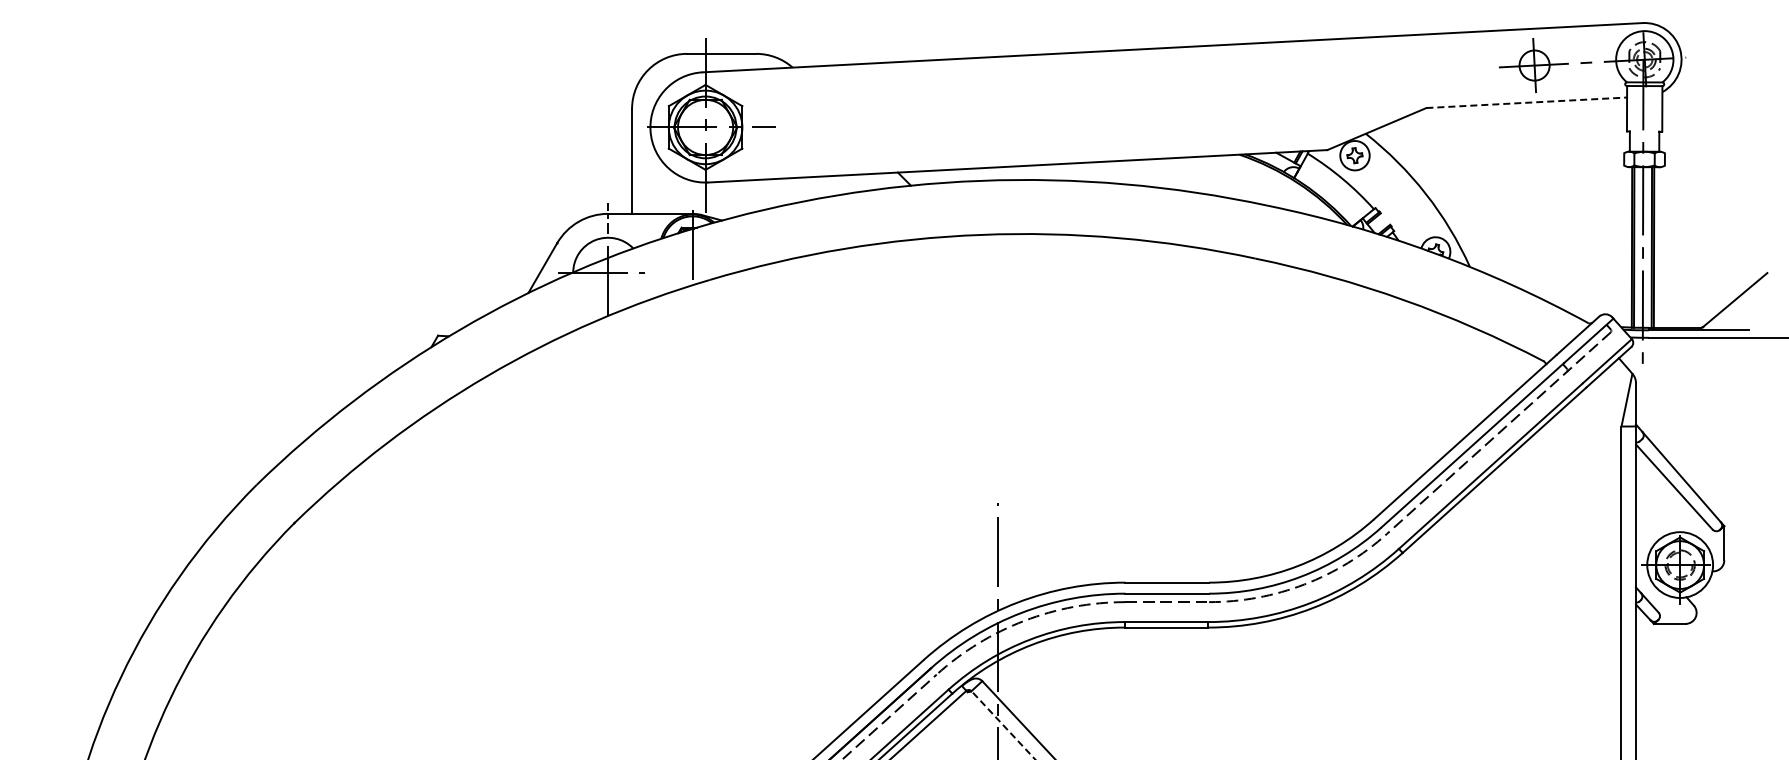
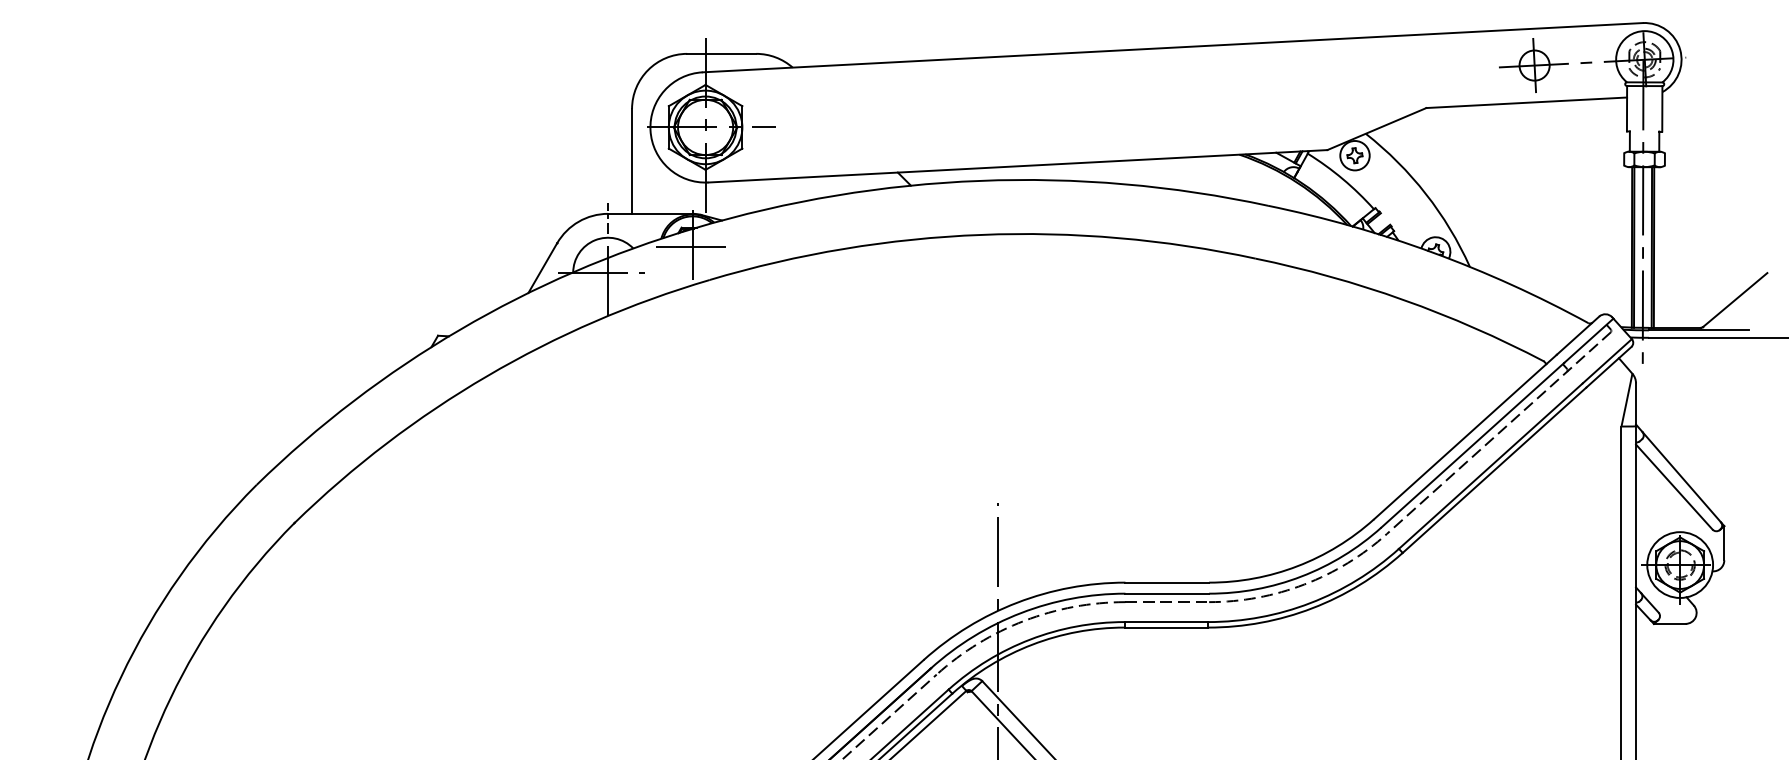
line at (1527, 102): dashed -> solid
line at (692, 246): none -> present
line at (1003, 725): dashed -> solid
